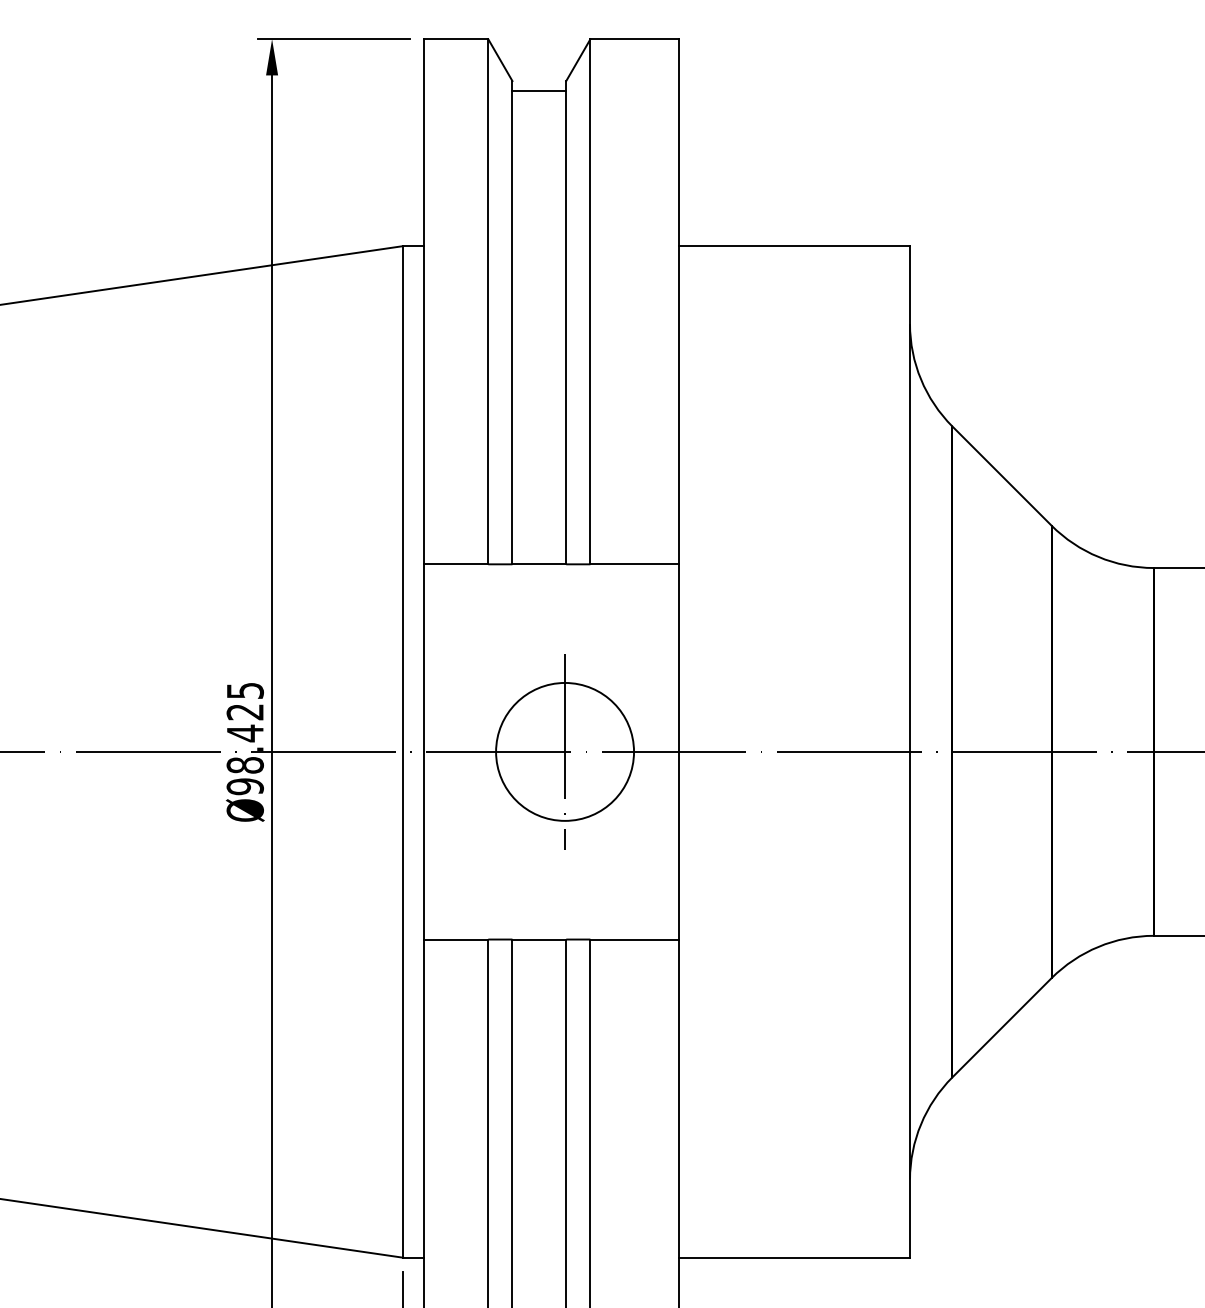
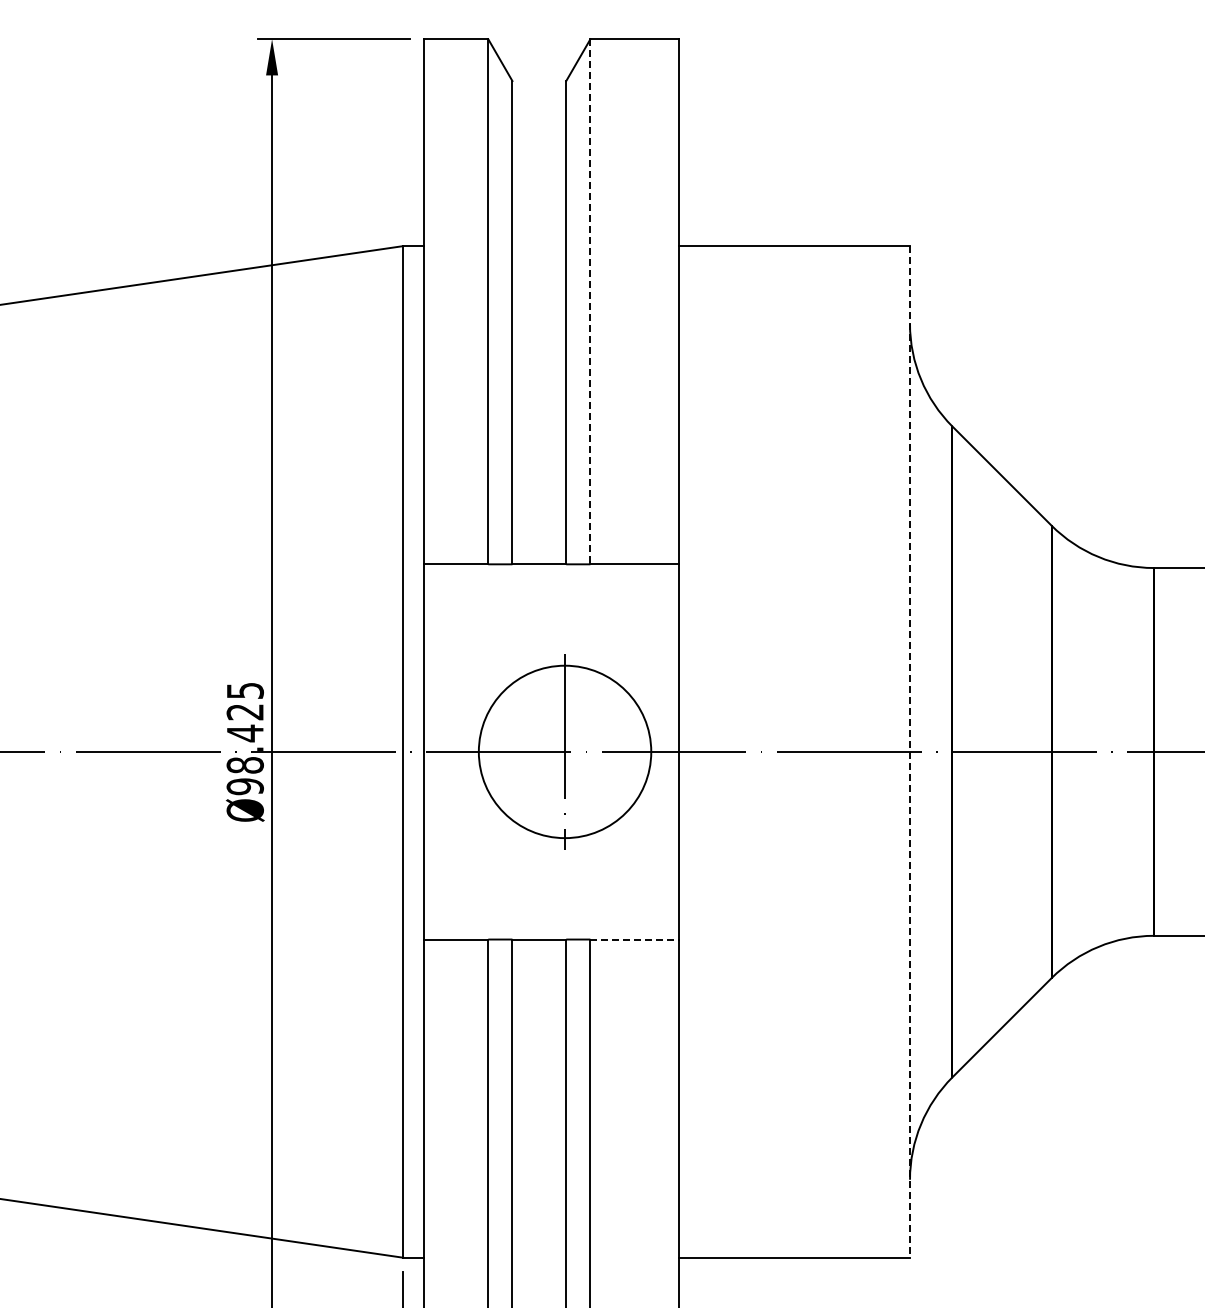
line at (539, 90): present -> none
line at (590, 301): solid -> dashed
circle at (565, 751) diameter: 138 px -> 172 px
line at (910, 751): solid -> dashed
line at (635, 939): solid -> dashed
